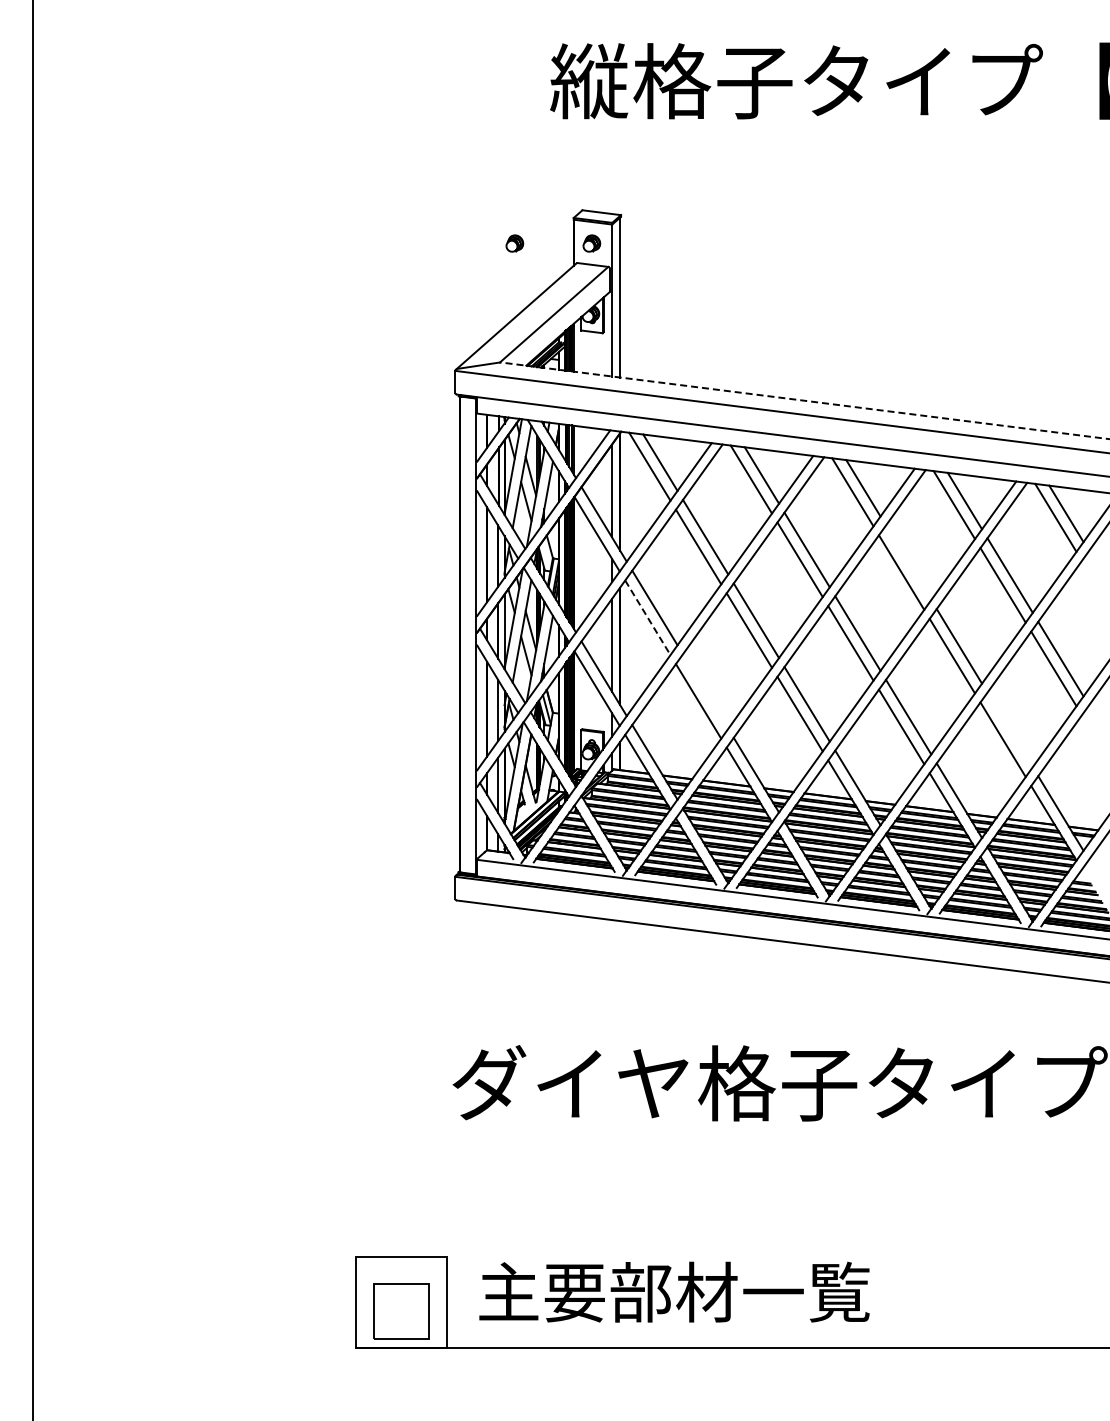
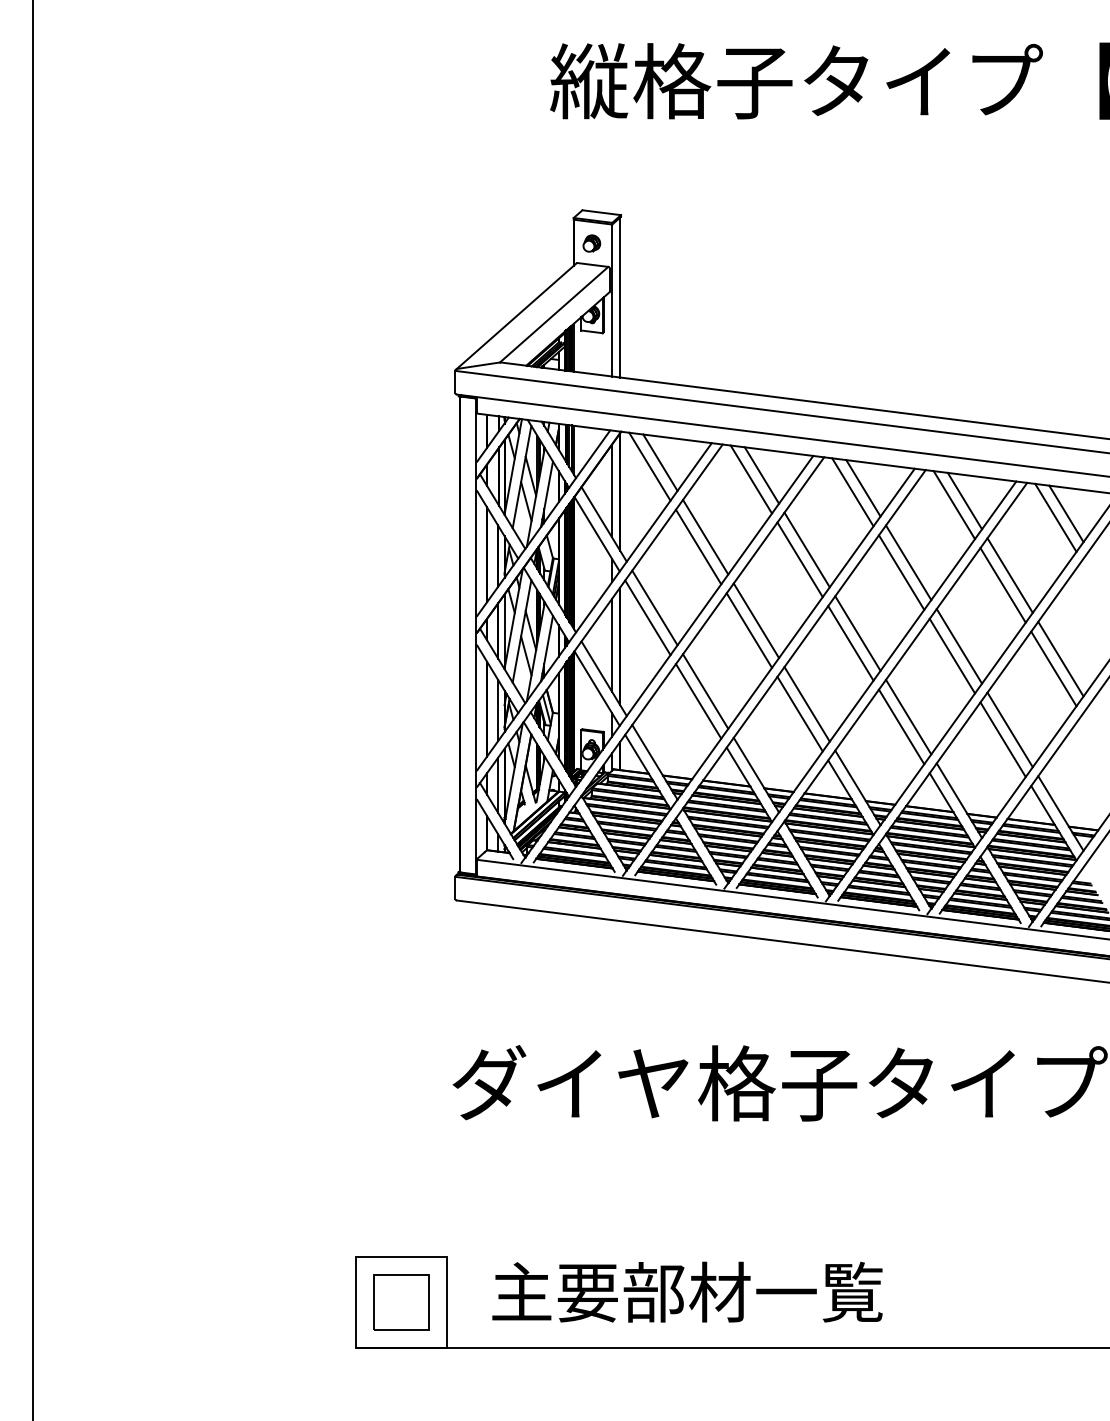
part at (514, 243): present -> none
line at (805, 400): dashed -> solid
line at (908, 562): none -> present
line at (647, 617): dashed -> solid
line at (705, 691): none -> present
line at (1009, 729): none -> present
text at (674, 1291) position: (674, 1291) -> (687, 1291)
part at (401, 1311) position: (401, 1311) -> (401, 1302)
